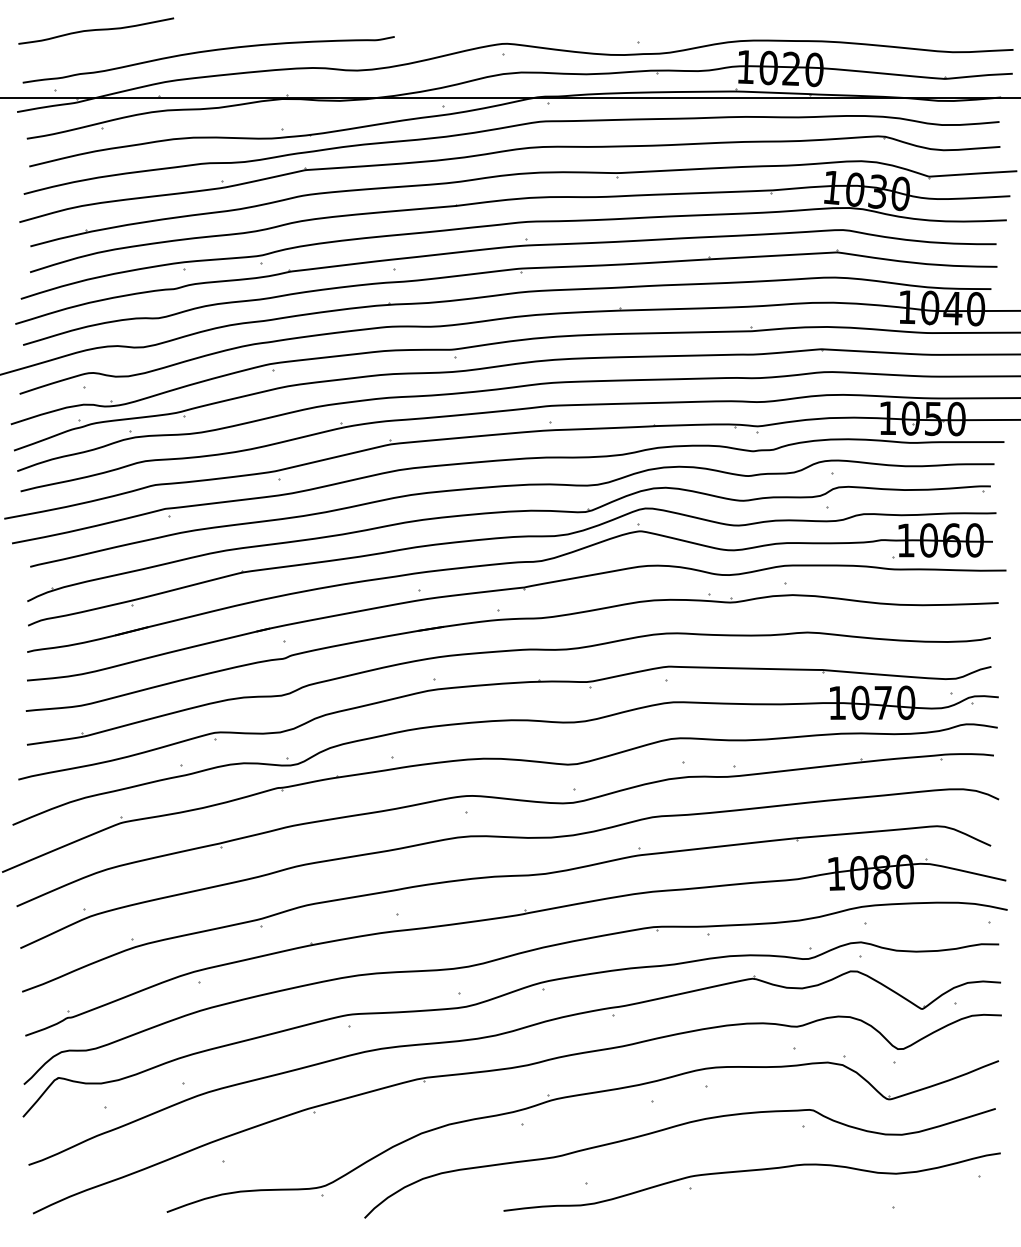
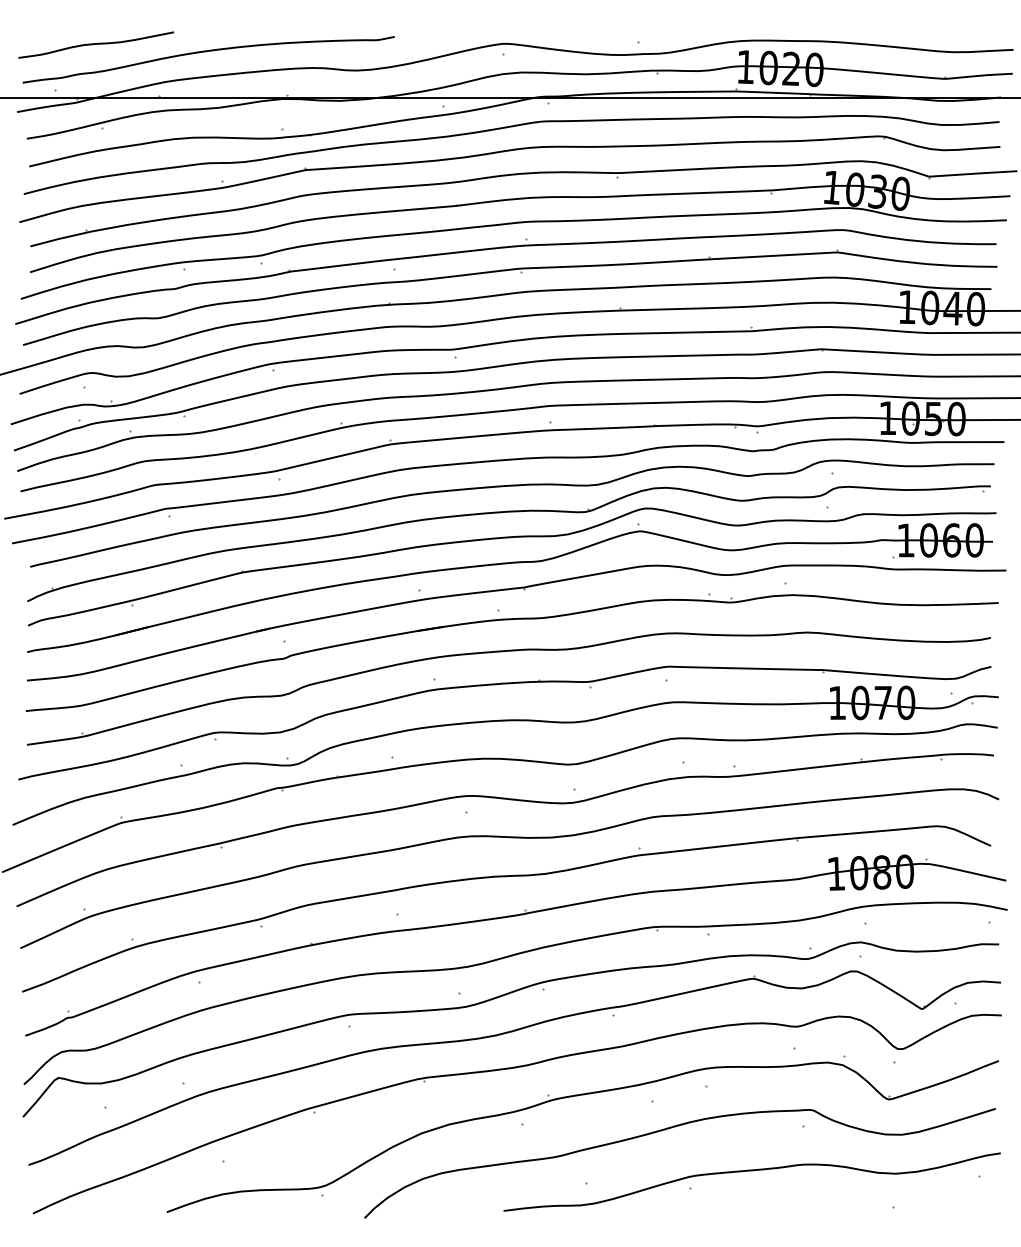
curve at (96, 30) position: (96, 30) -> (96, 44)
